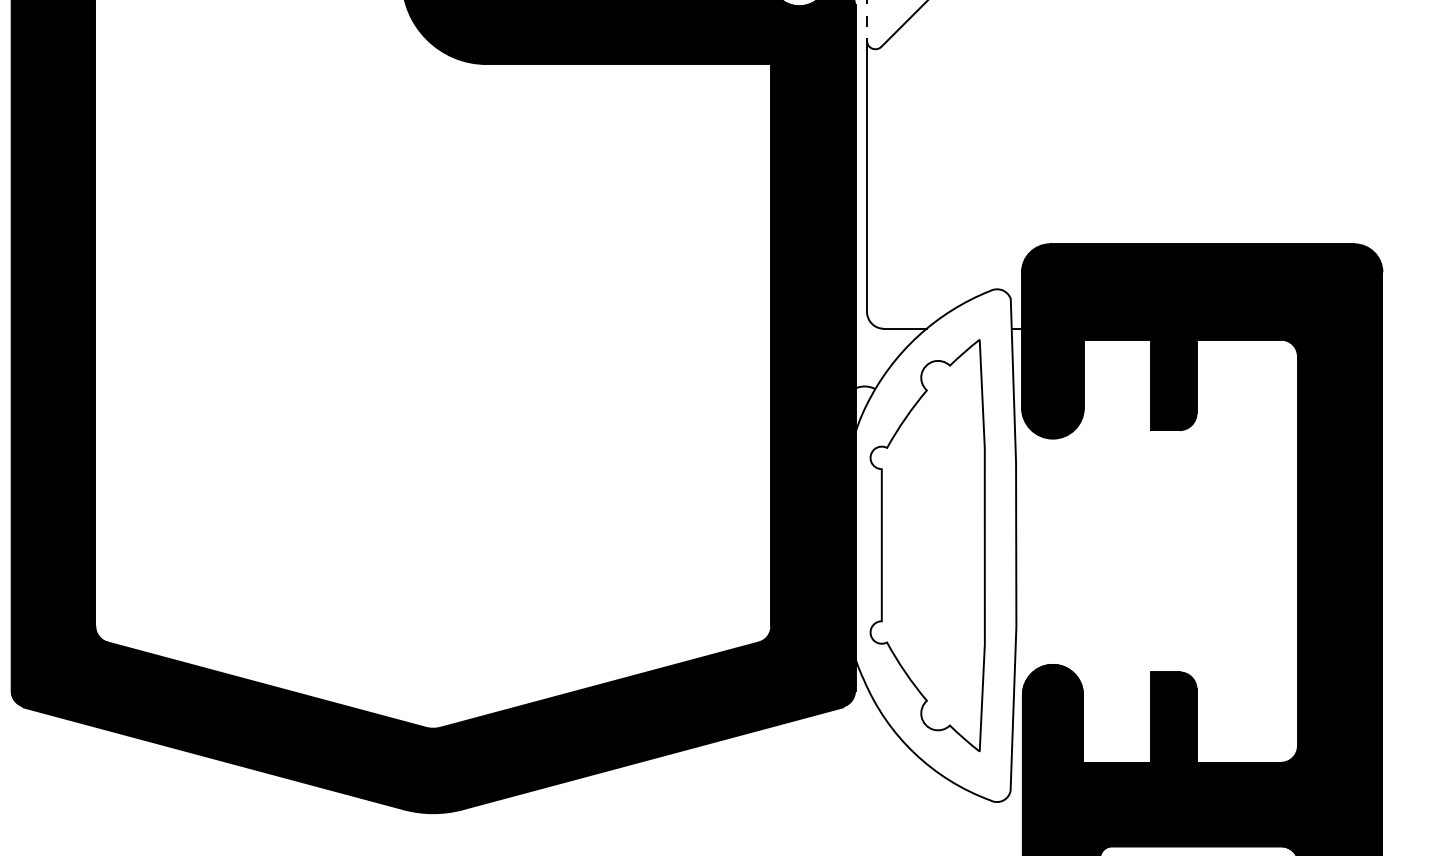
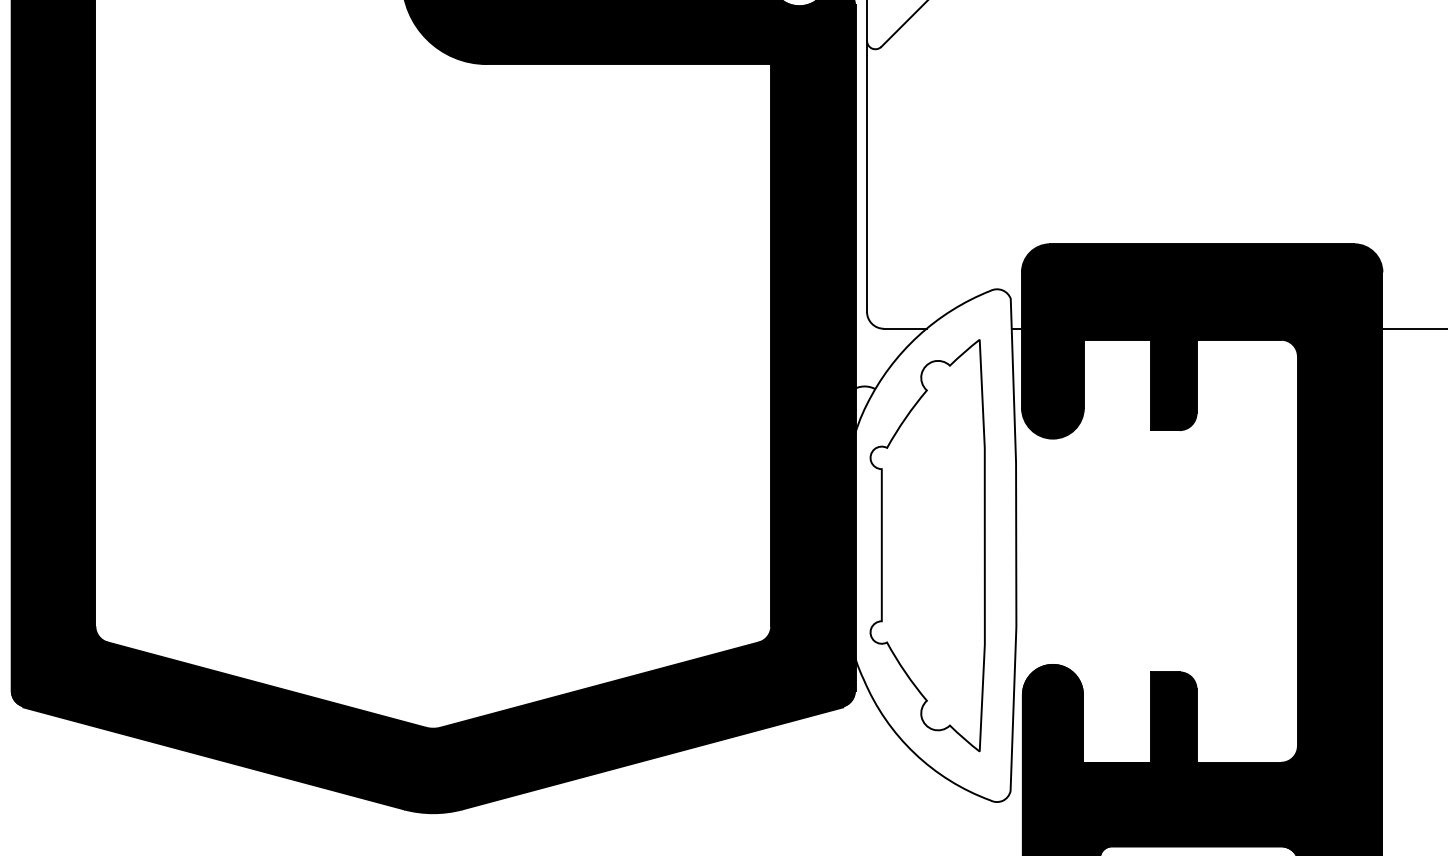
line at (867, 20): dashed -> solid
line at (1413, 328): none -> present
